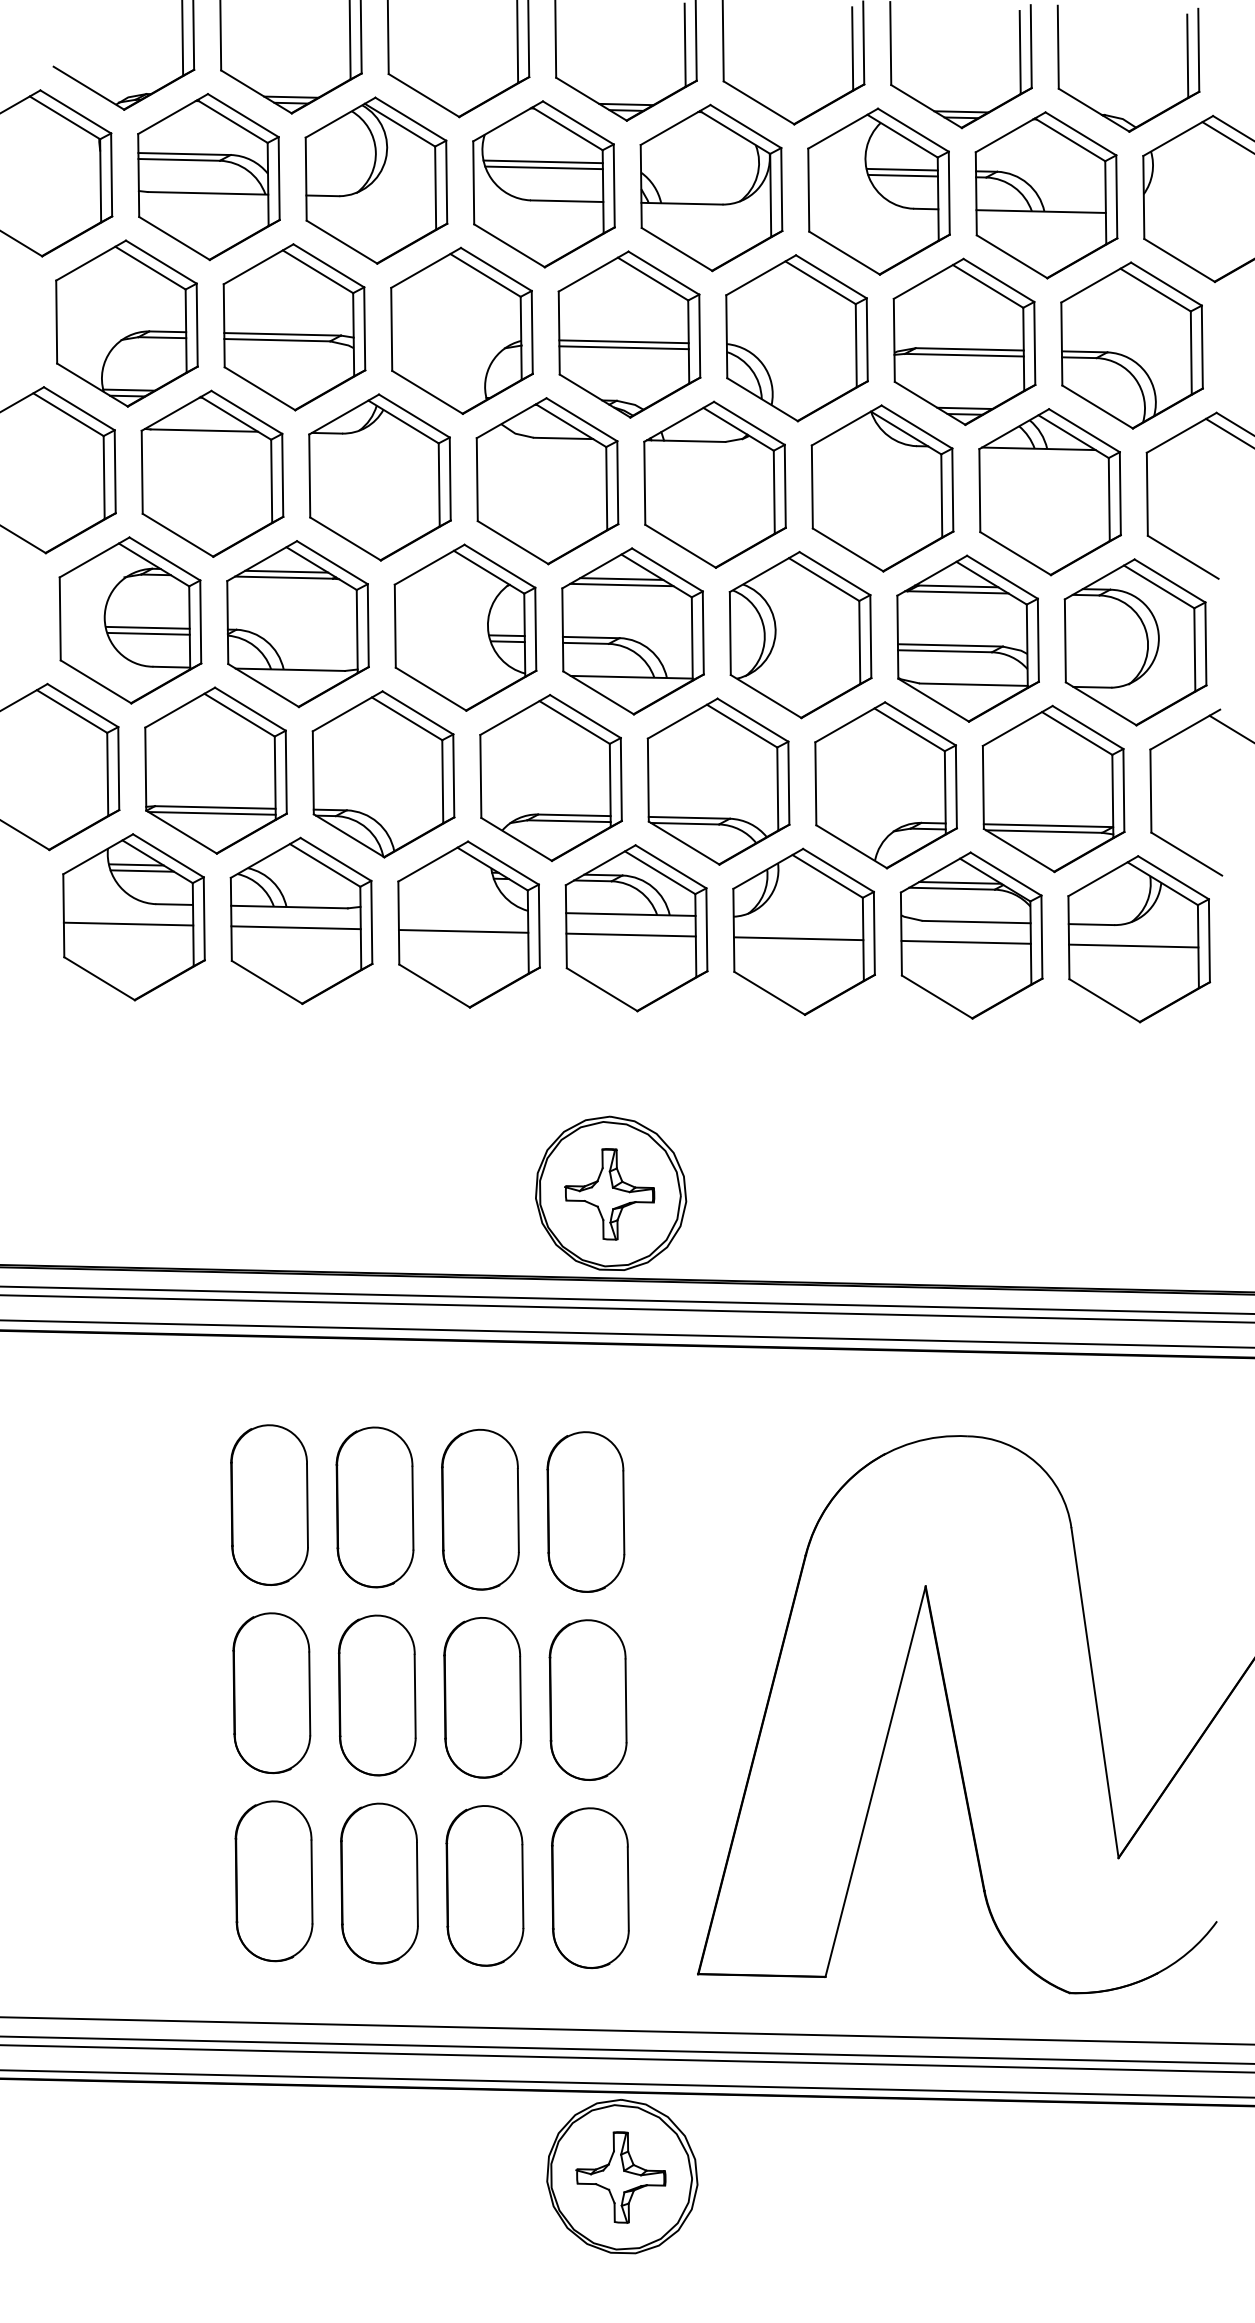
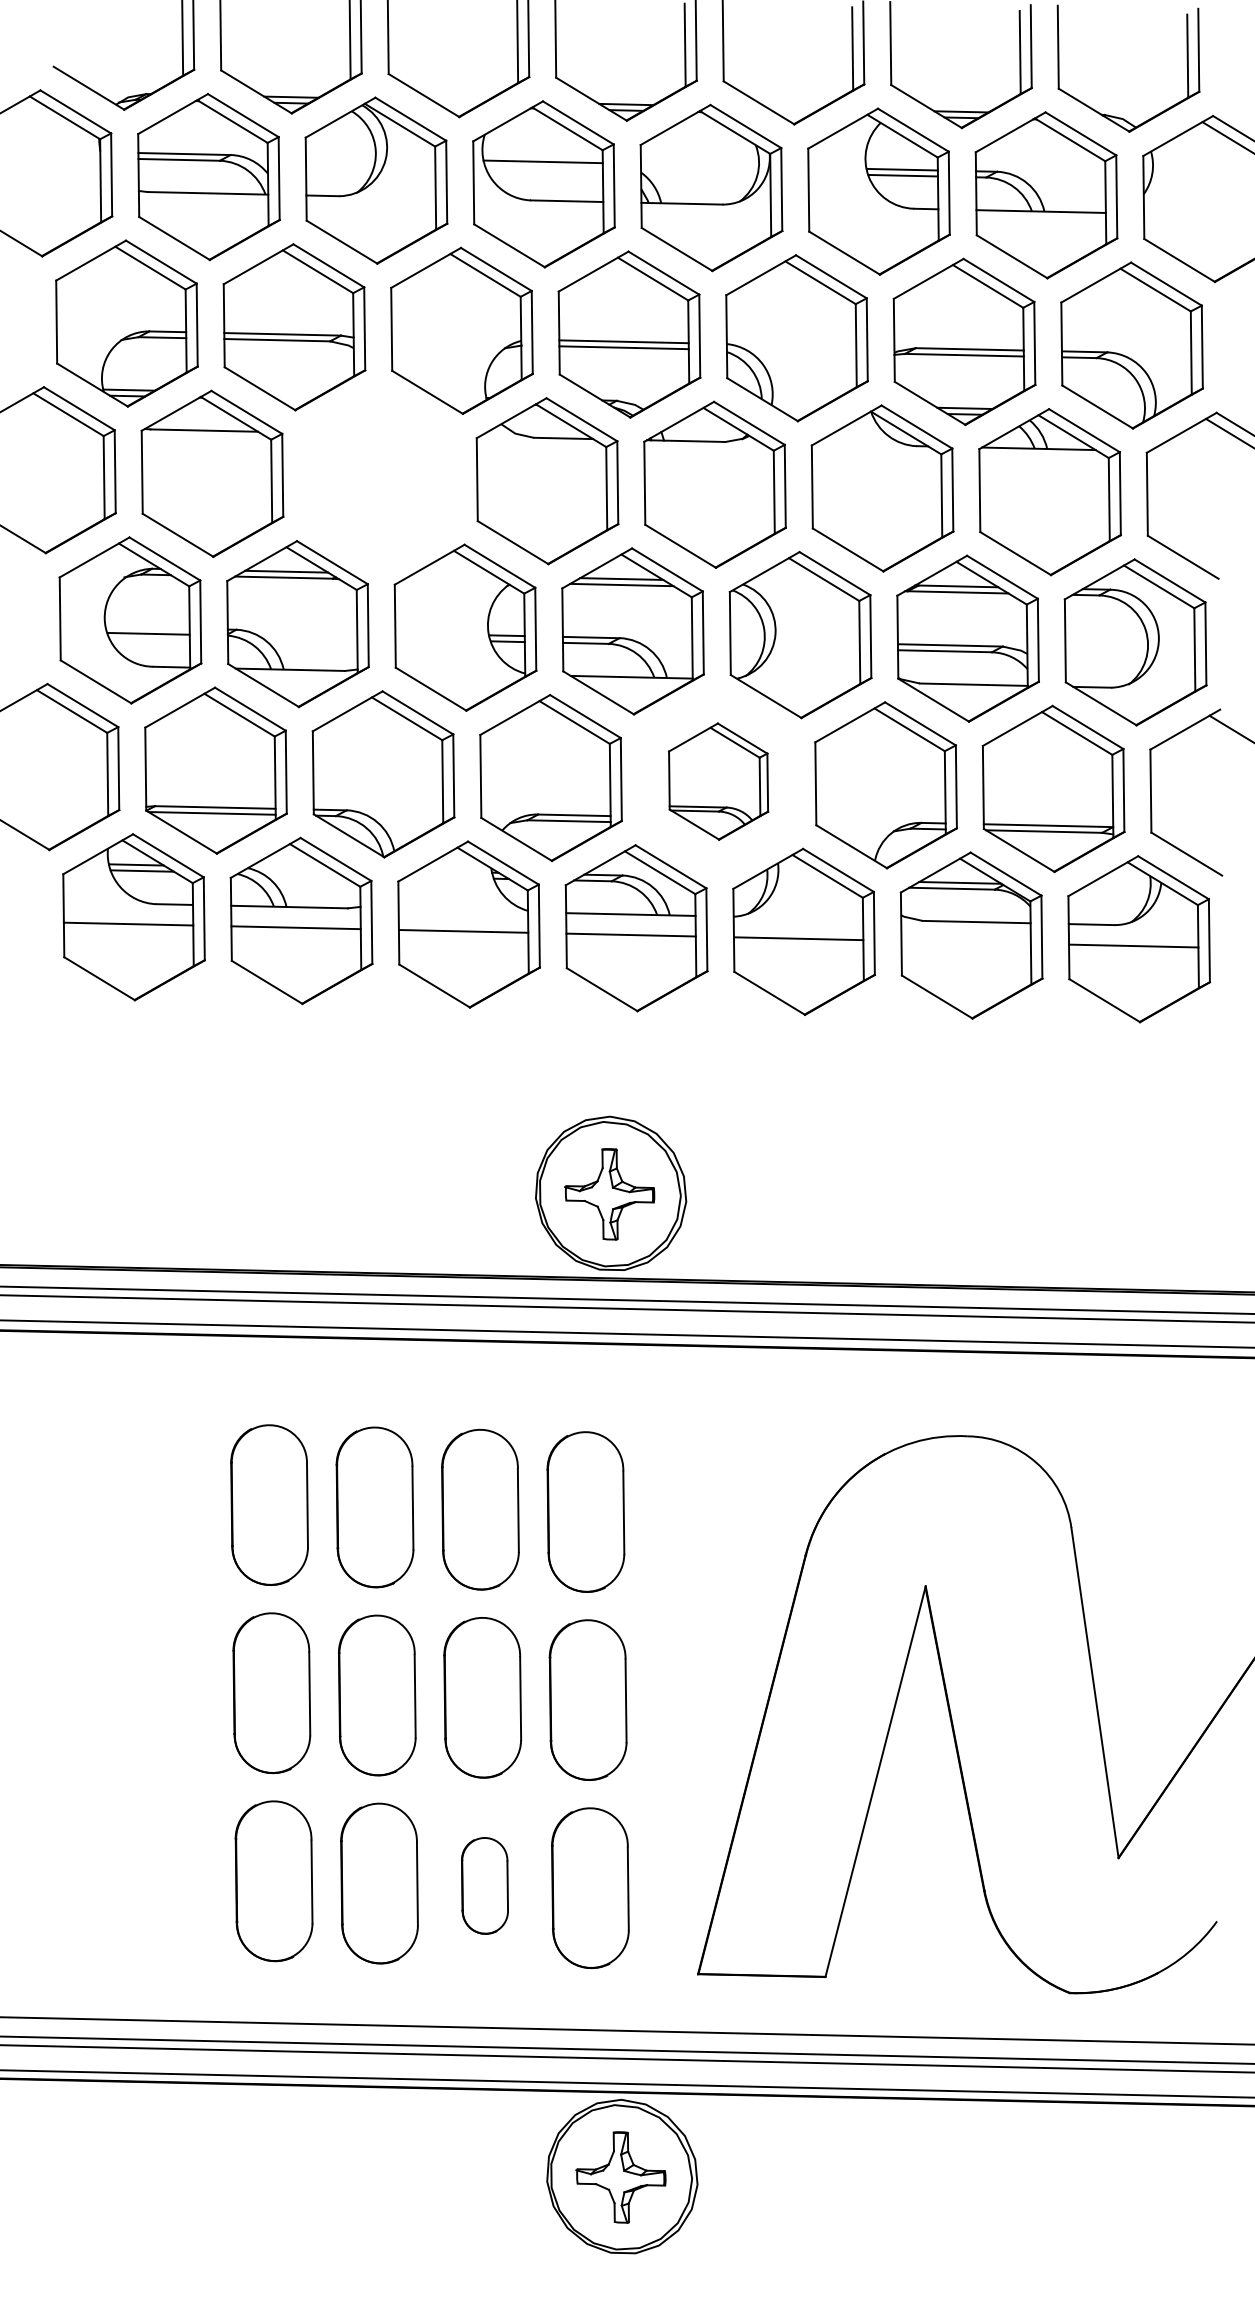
line at (543, 167): present -> none
part at (379, 477): present -> none
line at (147, 627): present -> none
part at (718, 781) size: 145x169 px -> 102x119 px
line at (965, 941): present -> none
part at (484, 1885) size: 80x162 px -> 48x98 px
